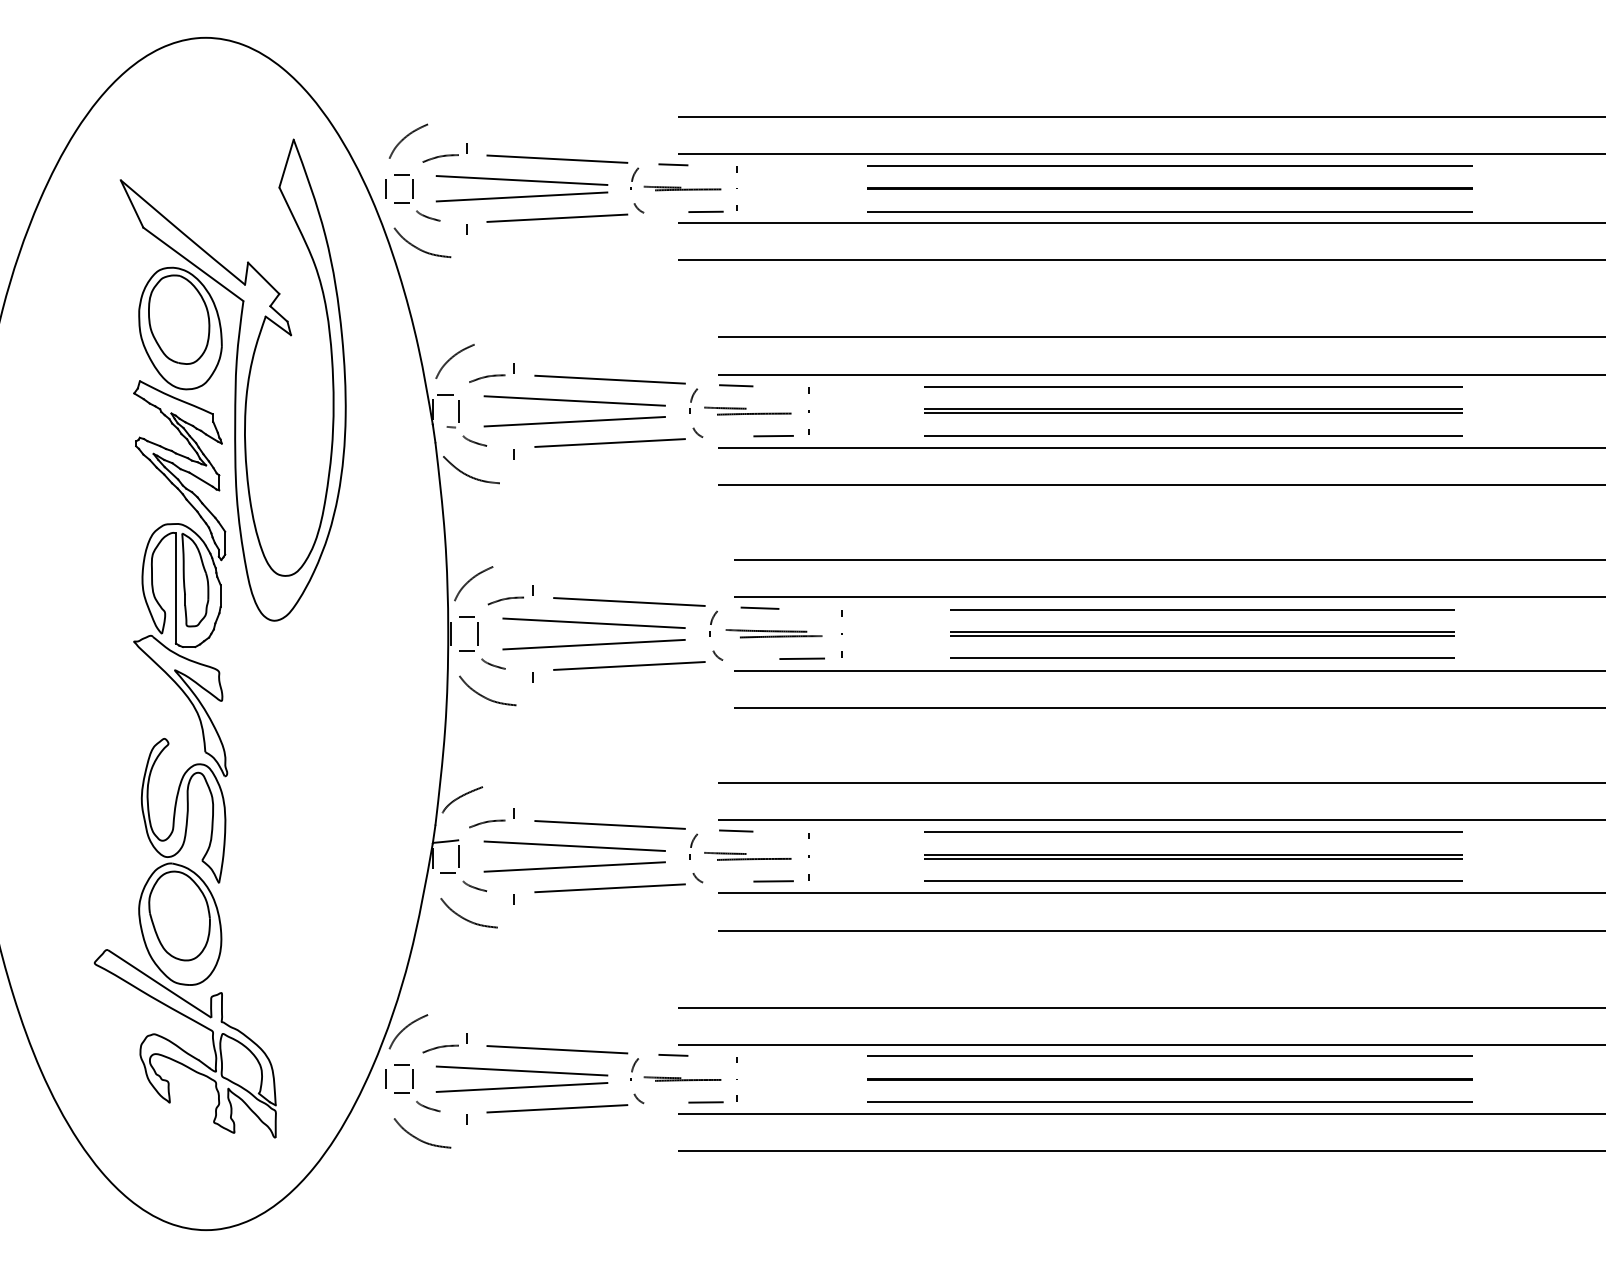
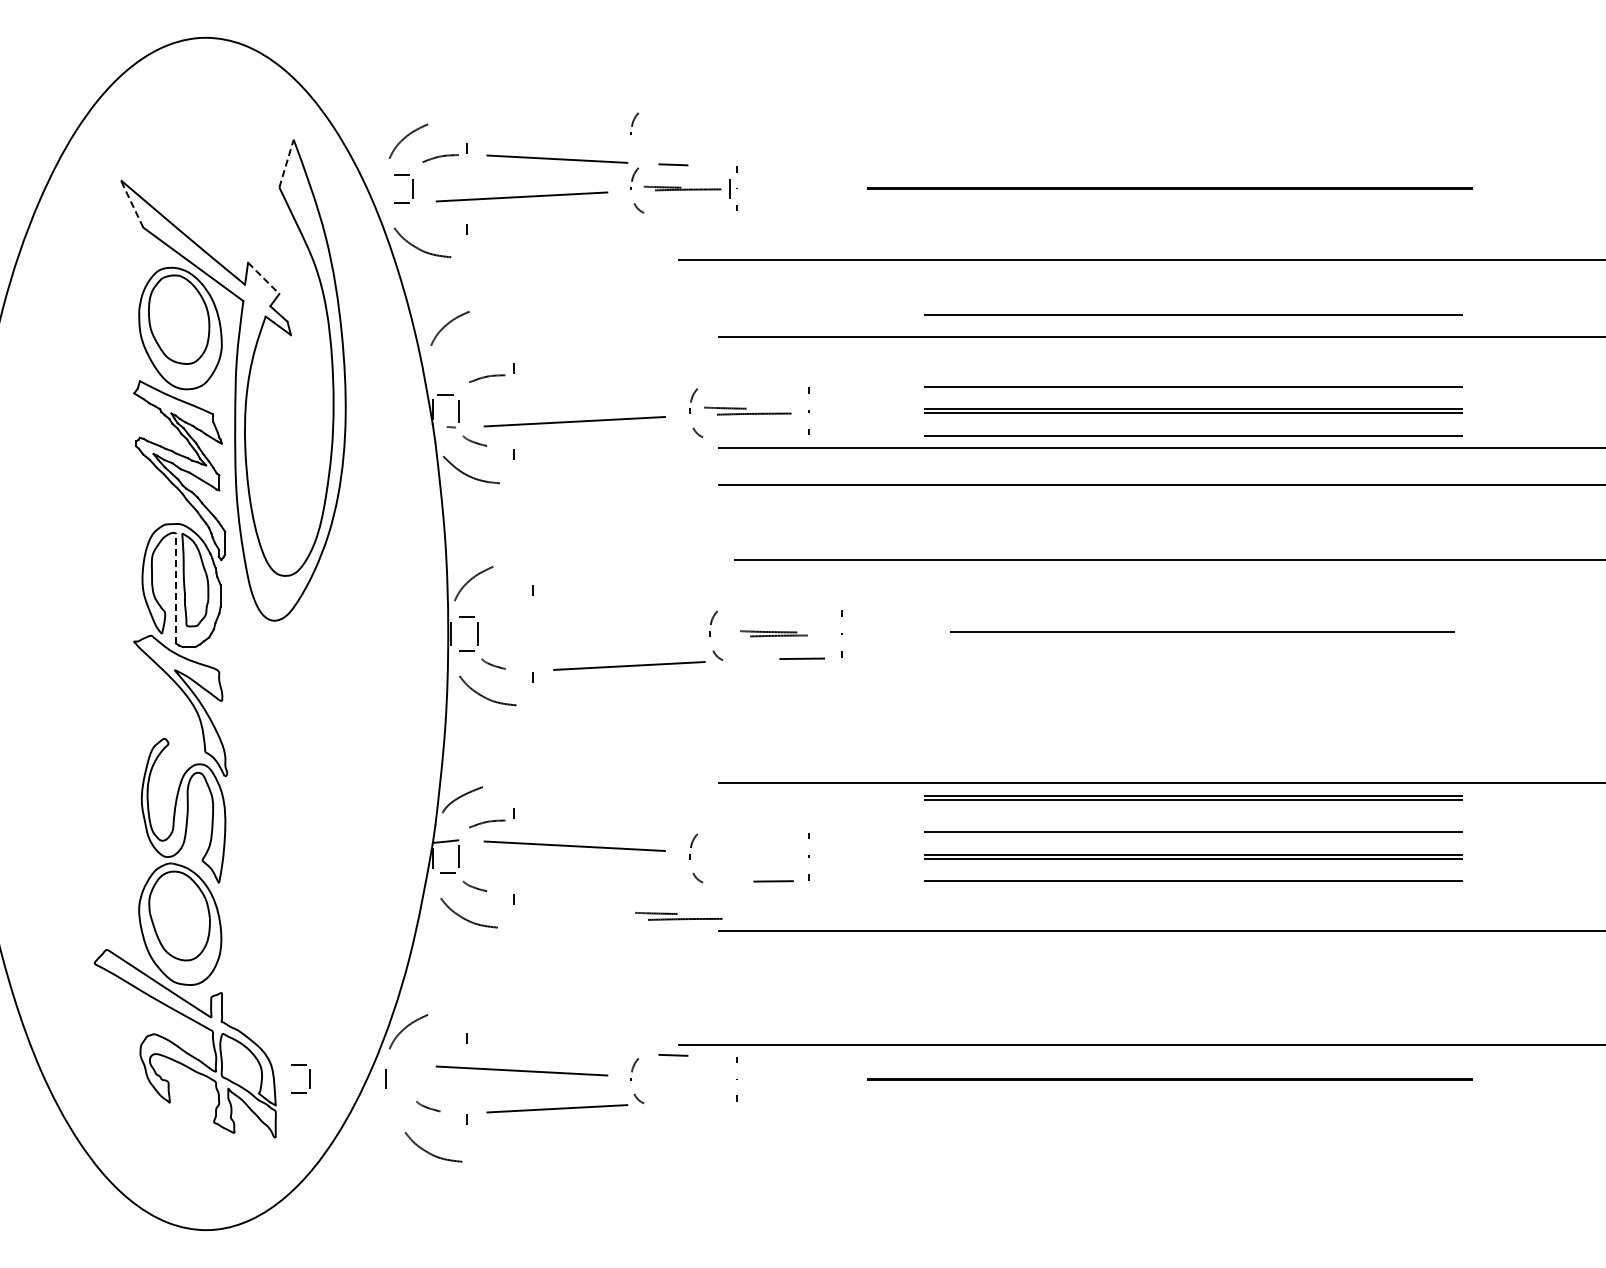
line at (1140, 117): present -> none
part at (634, 123): none -> present
line at (1140, 154): present -> none
line at (286, 163): solid -> dashed
line at (1169, 165): present -> none
line at (521, 180): present -> none
line at (385, 188) position: (385, 188) -> (729, 188)
line at (131, 203): solid -> dashed
line at (705, 211): present -> none
line at (1169, 211): present -> none
curve at (428, 216): present -> none
line at (557, 217): present -> none
line at (1140, 222): present -> none
line at (264, 278): solid -> dashed
line at (1193, 314): none -> present
curve at (452, 358) position: (452, 358) -> (447, 325)
line at (1159, 374): present -> none
line at (609, 379): present -> none
line at (736, 385): present -> none
line at (574, 400): present -> none
line at (773, 435): present -> none
line at (609, 443): present -> none
line at (175, 588): solid -> dashed
line at (1167, 596): present -> none
curve at (505, 599): present -> none
line at (629, 602): present -> none
line at (759, 607): present -> none
line at (1202, 609): present -> none
line at (593, 623): present -> none
part at (773, 633) size: 98x10 px -> 68x8 px
line at (1202, 636): present -> none
line at (593, 644): present -> none
line at (1202, 658): present -> none
line at (1167, 671): present -> none
line at (1167, 708): present -> none
part at (1193, 797): none -> present
line at (1159, 819): present -> none
line at (609, 824): present -> none
line at (736, 830): present -> none
part at (747, 856) position: (747, 856) -> (678, 916)
line at (574, 866): present -> none
line at (609, 888): present -> none
line at (1159, 893): present -> none
line at (1140, 1007): present -> none
curve at (440, 1047): present -> none
line at (557, 1049): present -> none
line at (1169, 1056): present -> none
part at (412, 1078) position: (412, 1078) -> (309, 1078)
part at (682, 1078): present -> none
line at (521, 1087): present -> none
line at (705, 1102): present -> none
line at (1169, 1102): present -> none
line at (1140, 1113): present -> none
curve at (419, 1138) position: (419, 1138) -> (430, 1152)
line at (1140, 1150): present -> none
